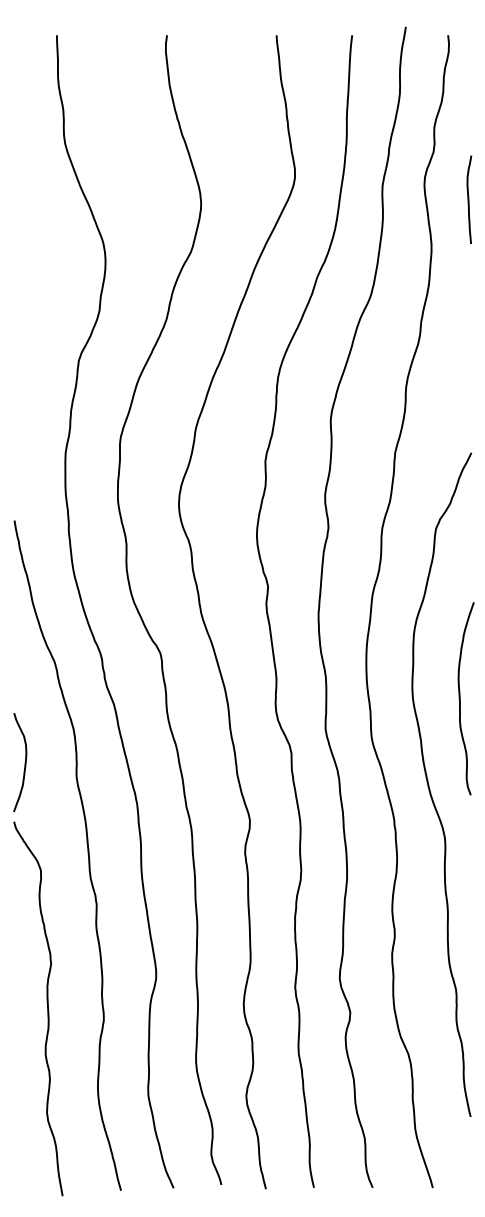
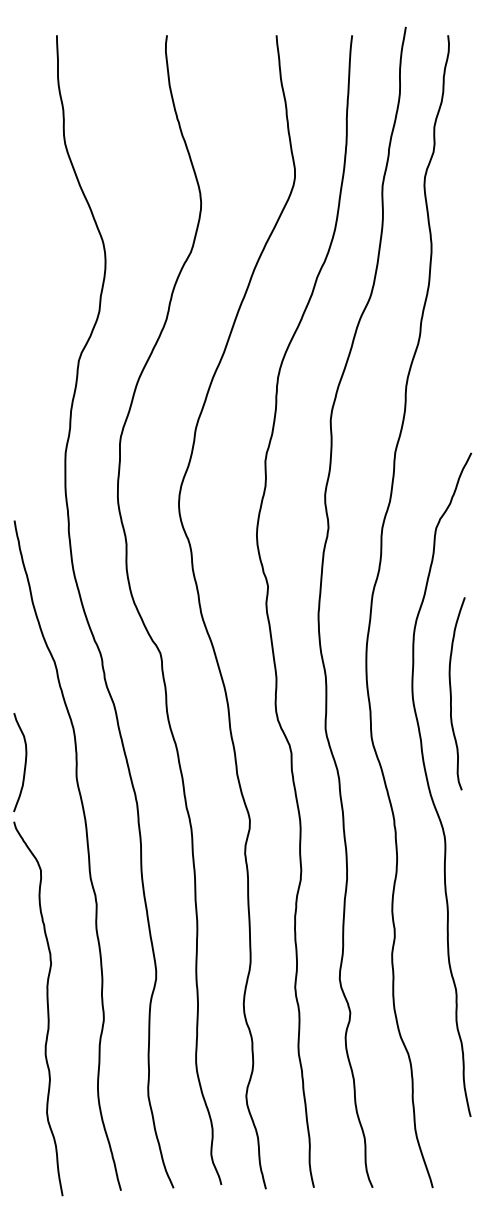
curve at (469, 199): present -> none
curve at (460, 698) position: (460, 698) -> (451, 693)
